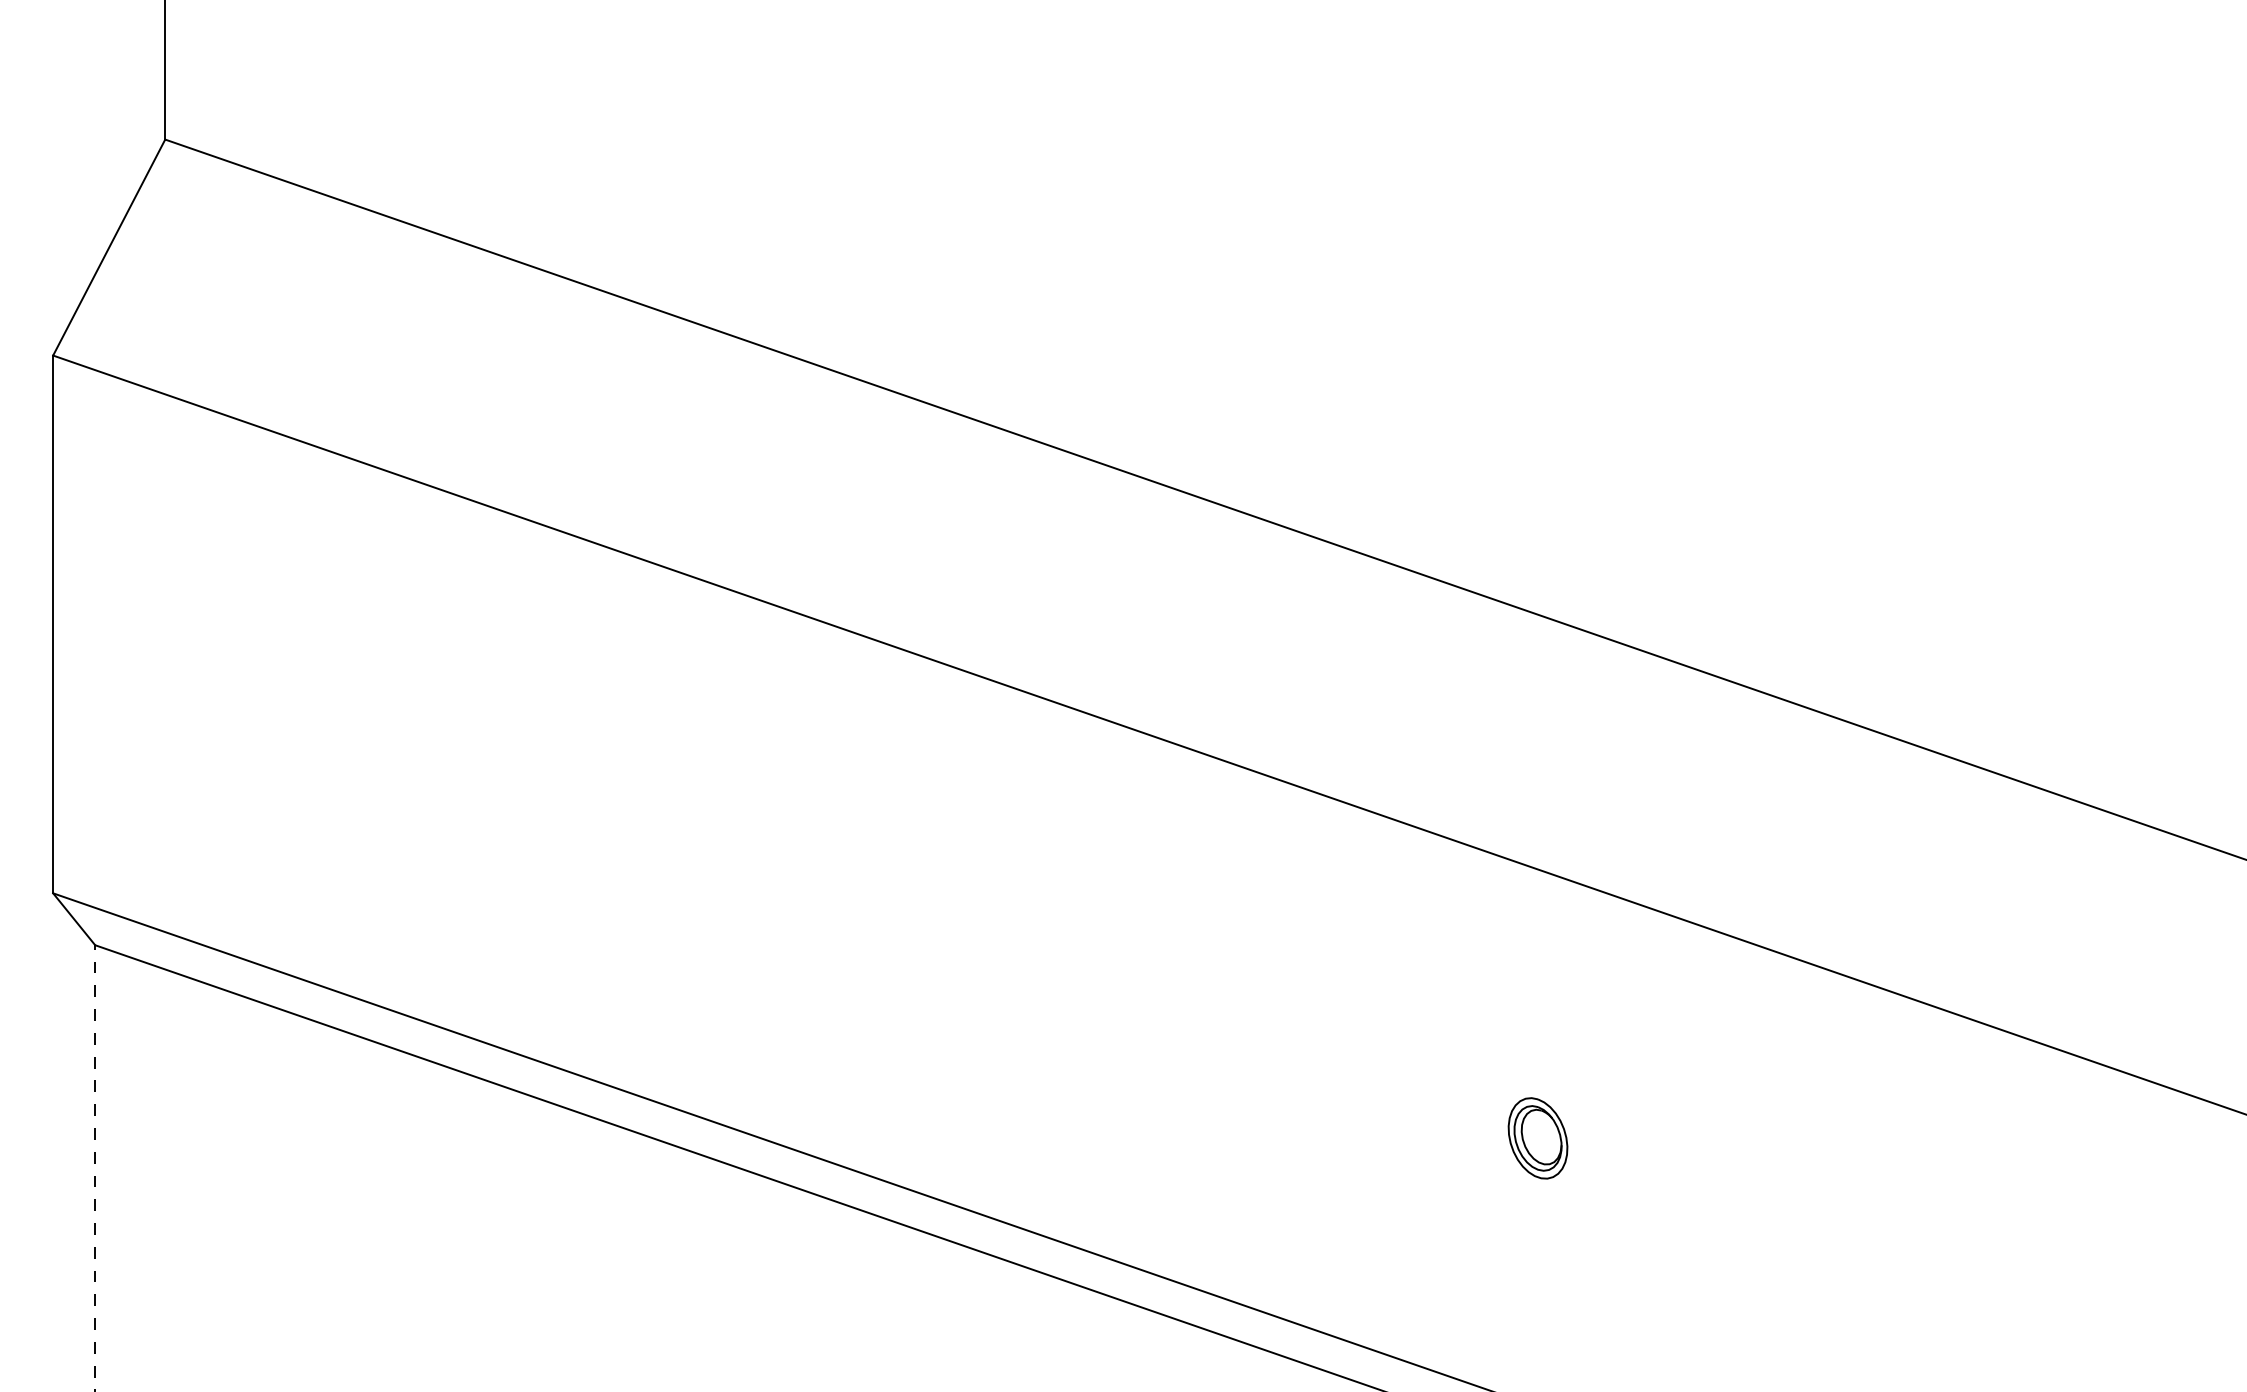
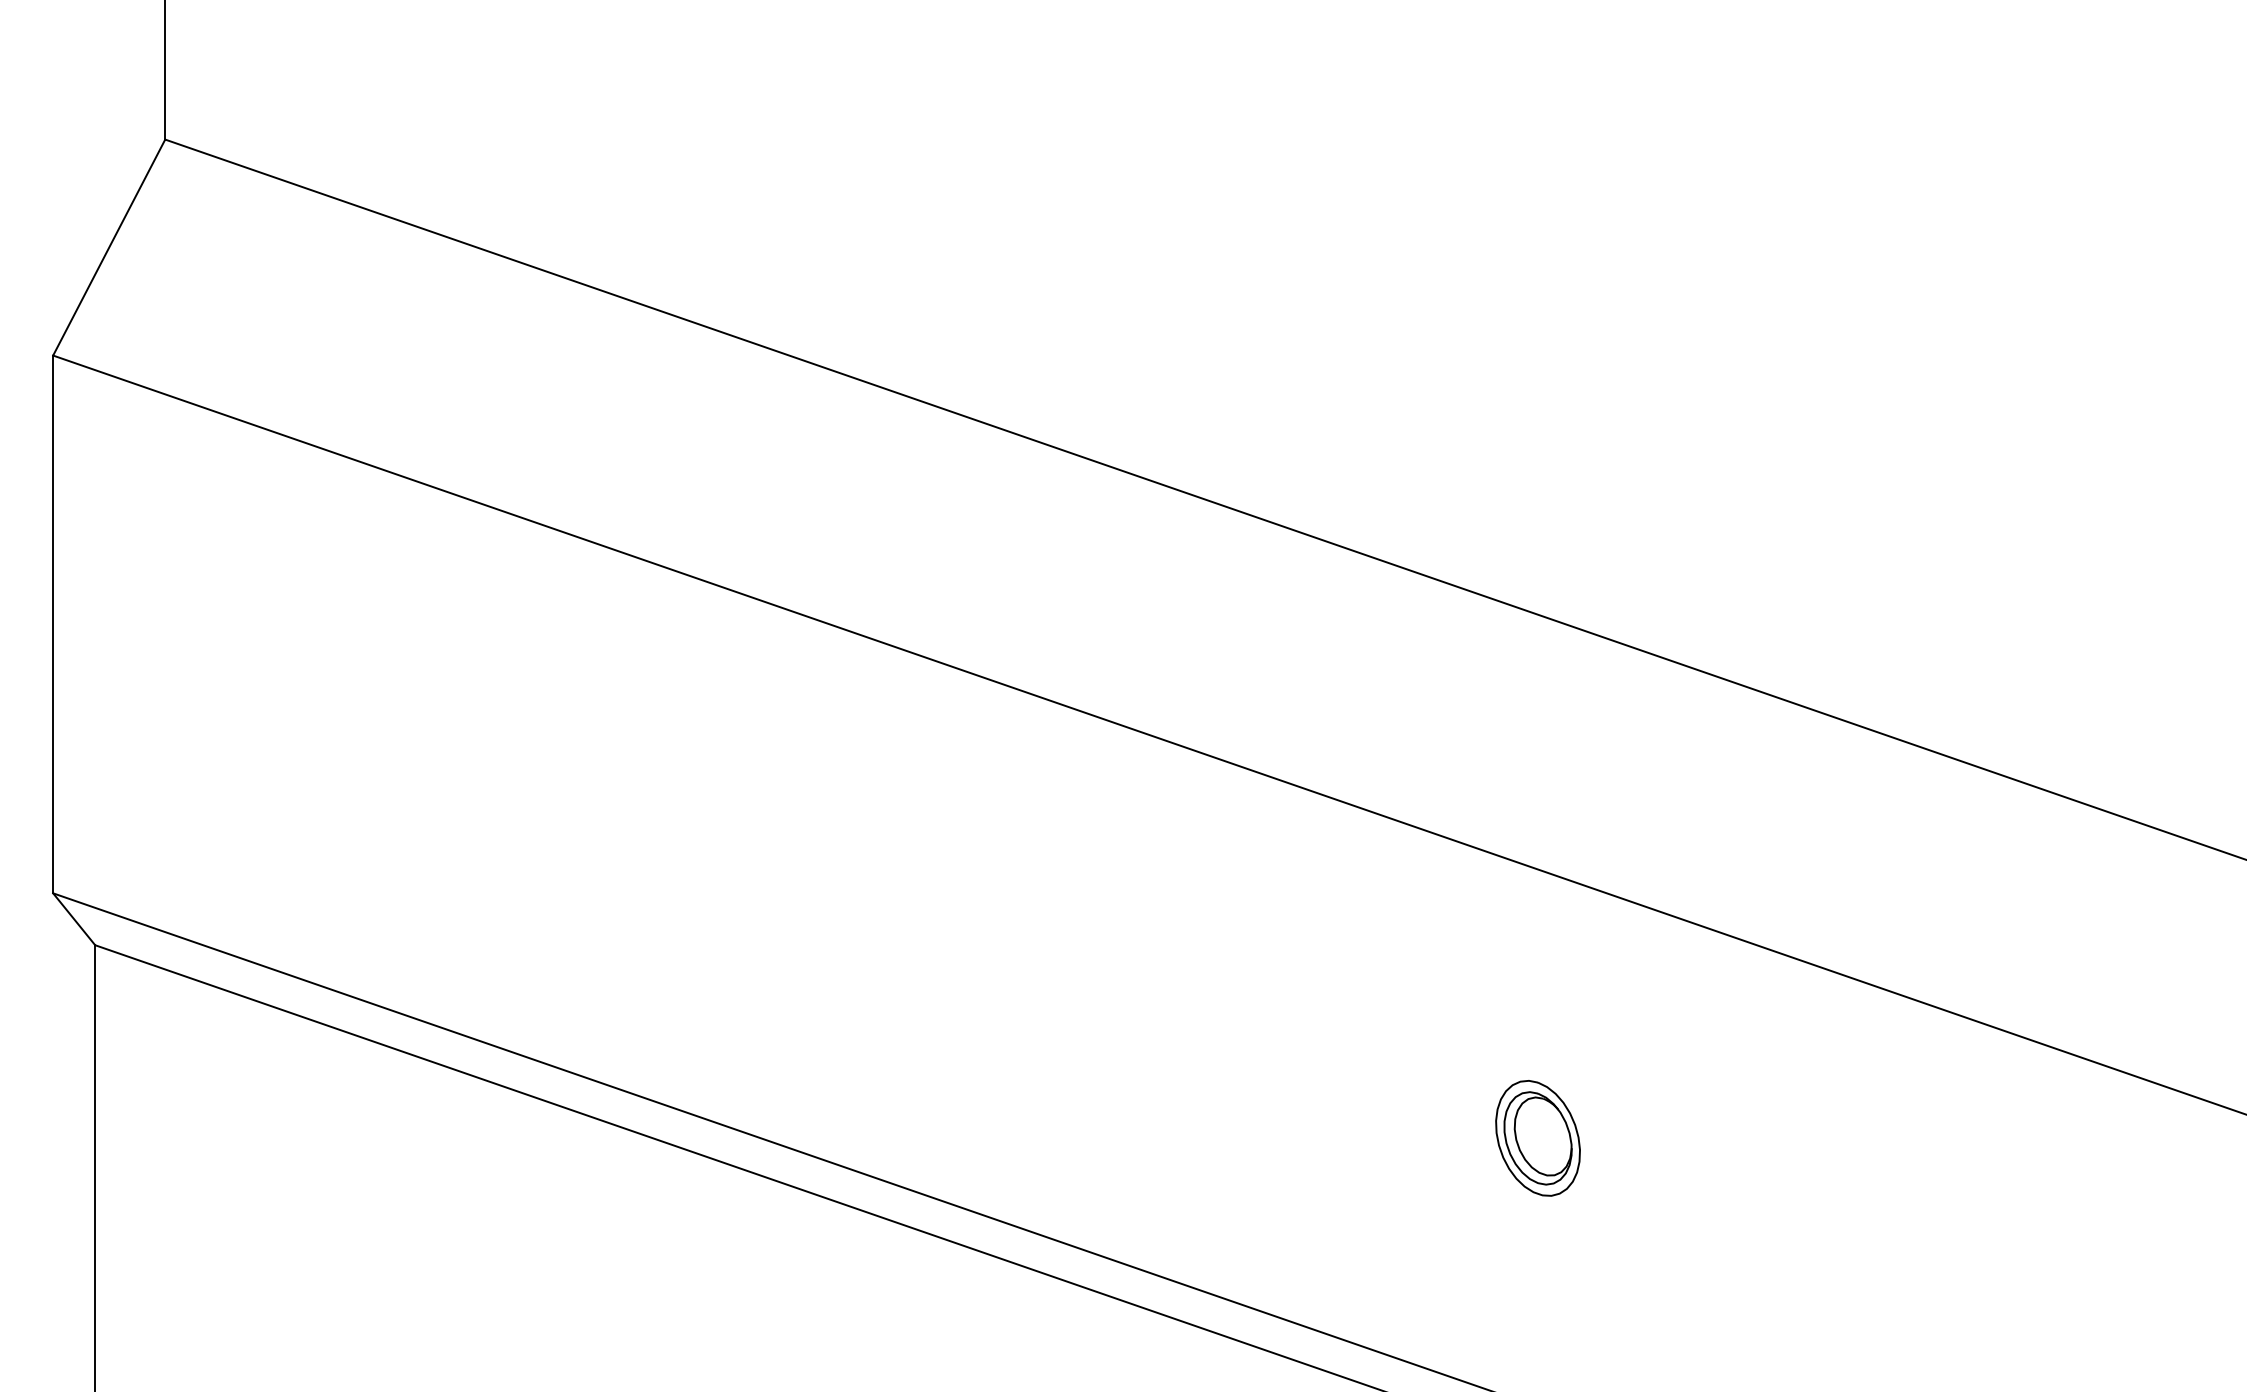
part at (1537, 1138) size: 62x83 px -> 86x117 px
line at (95, 1168): dashed -> solid
